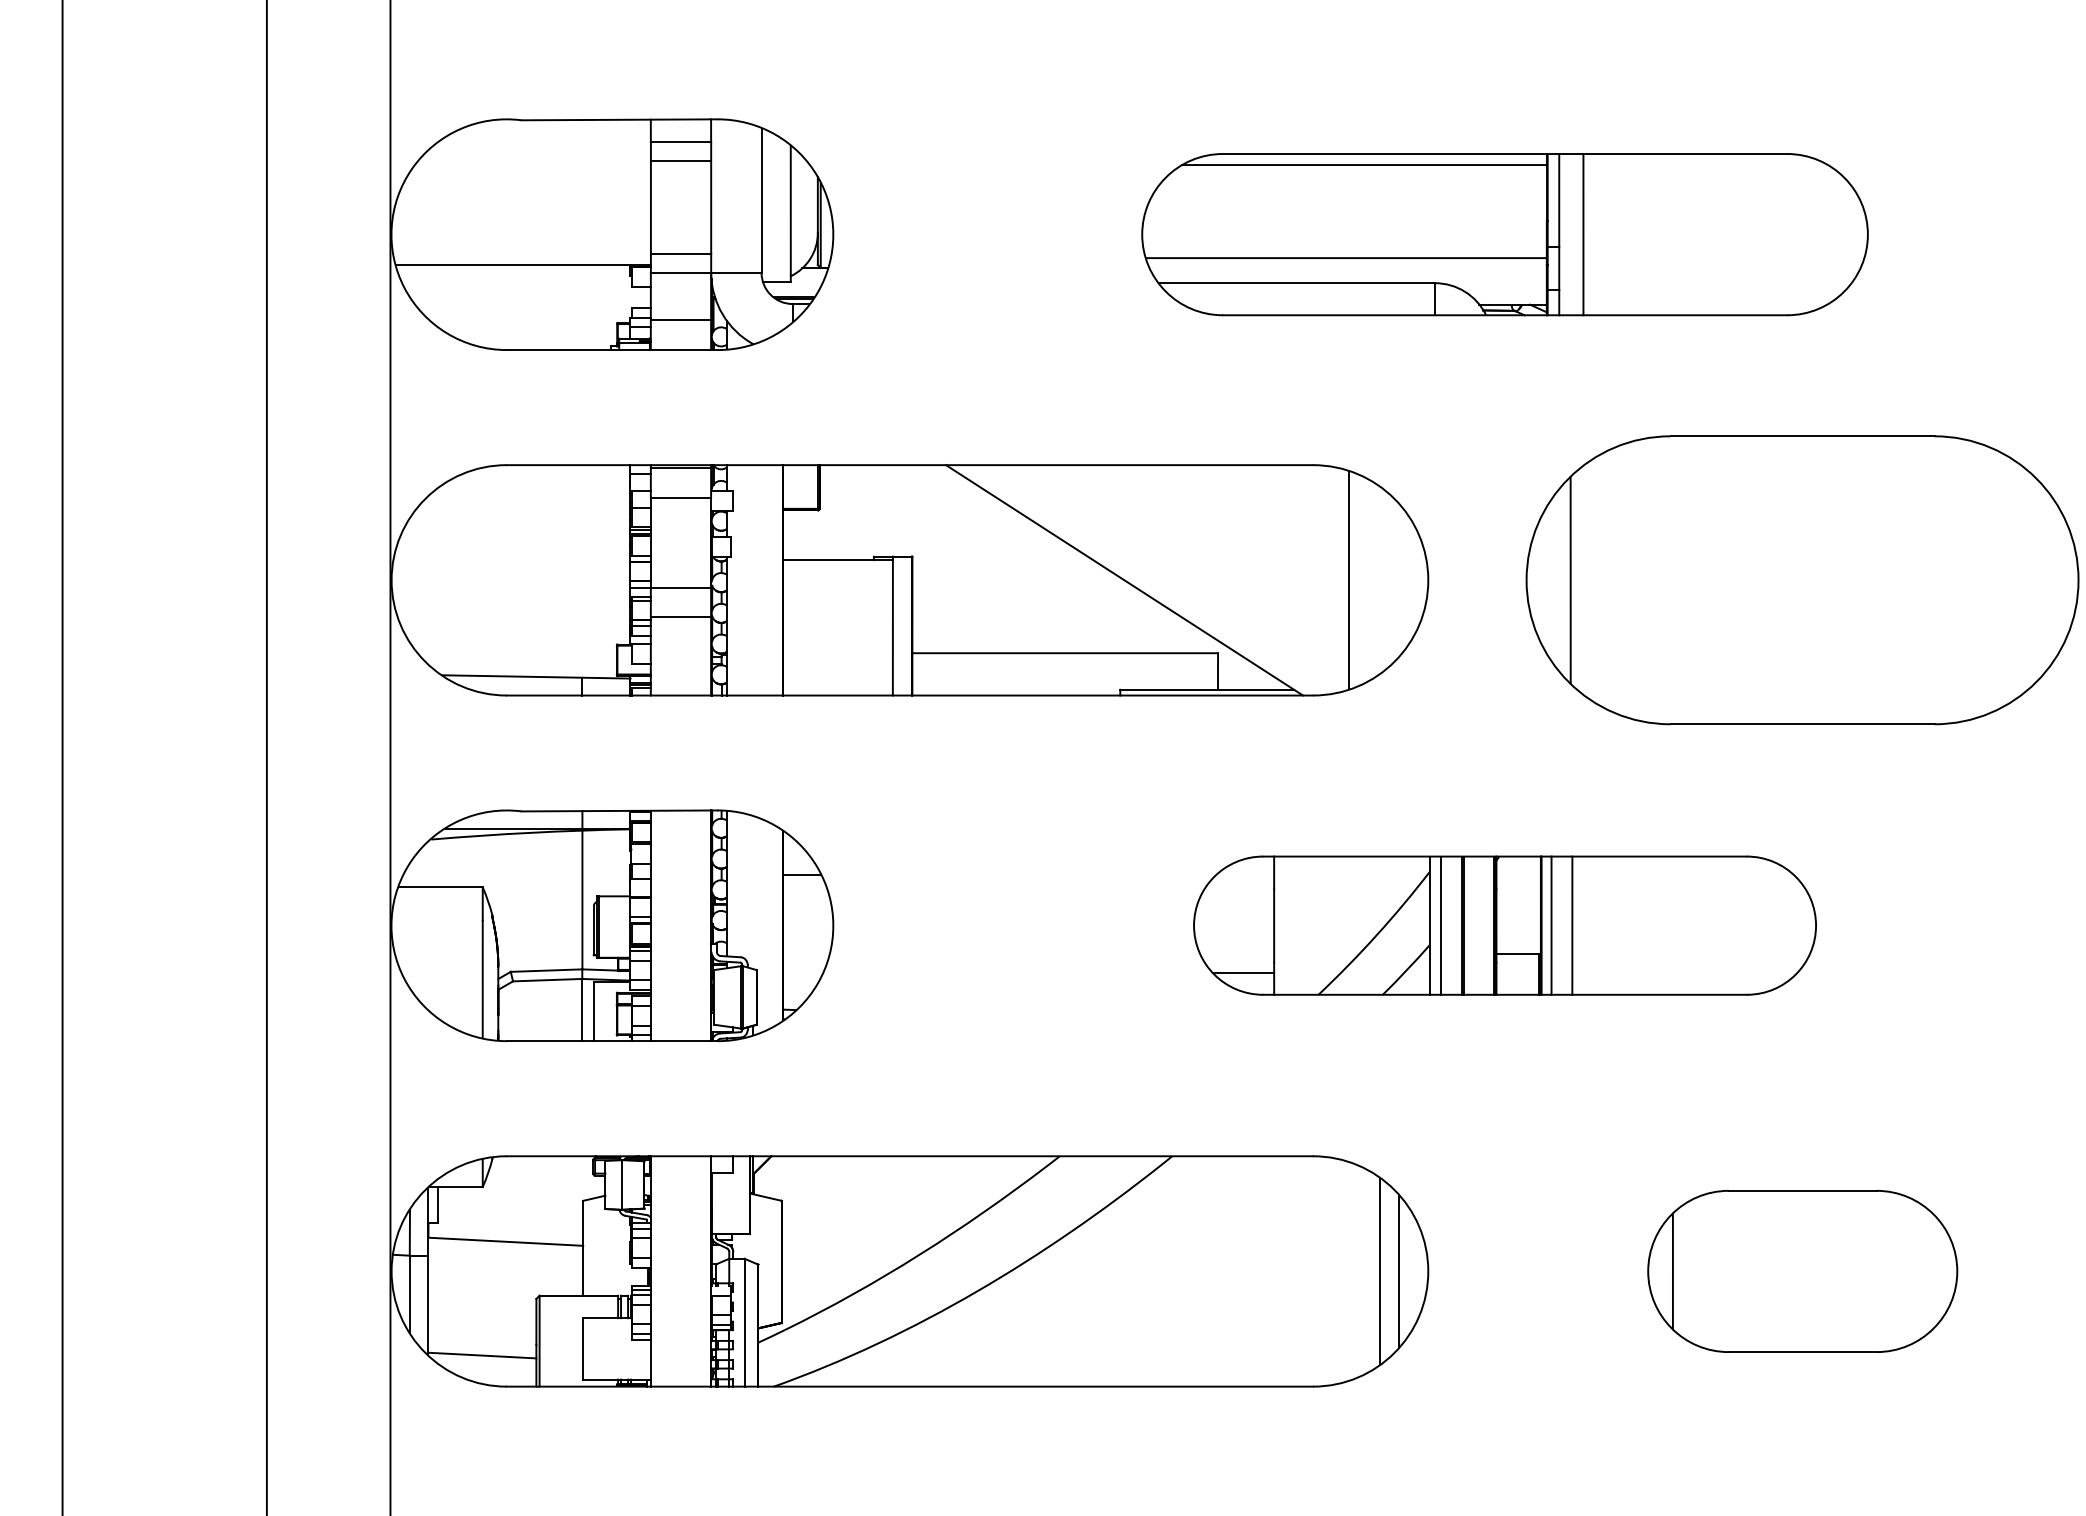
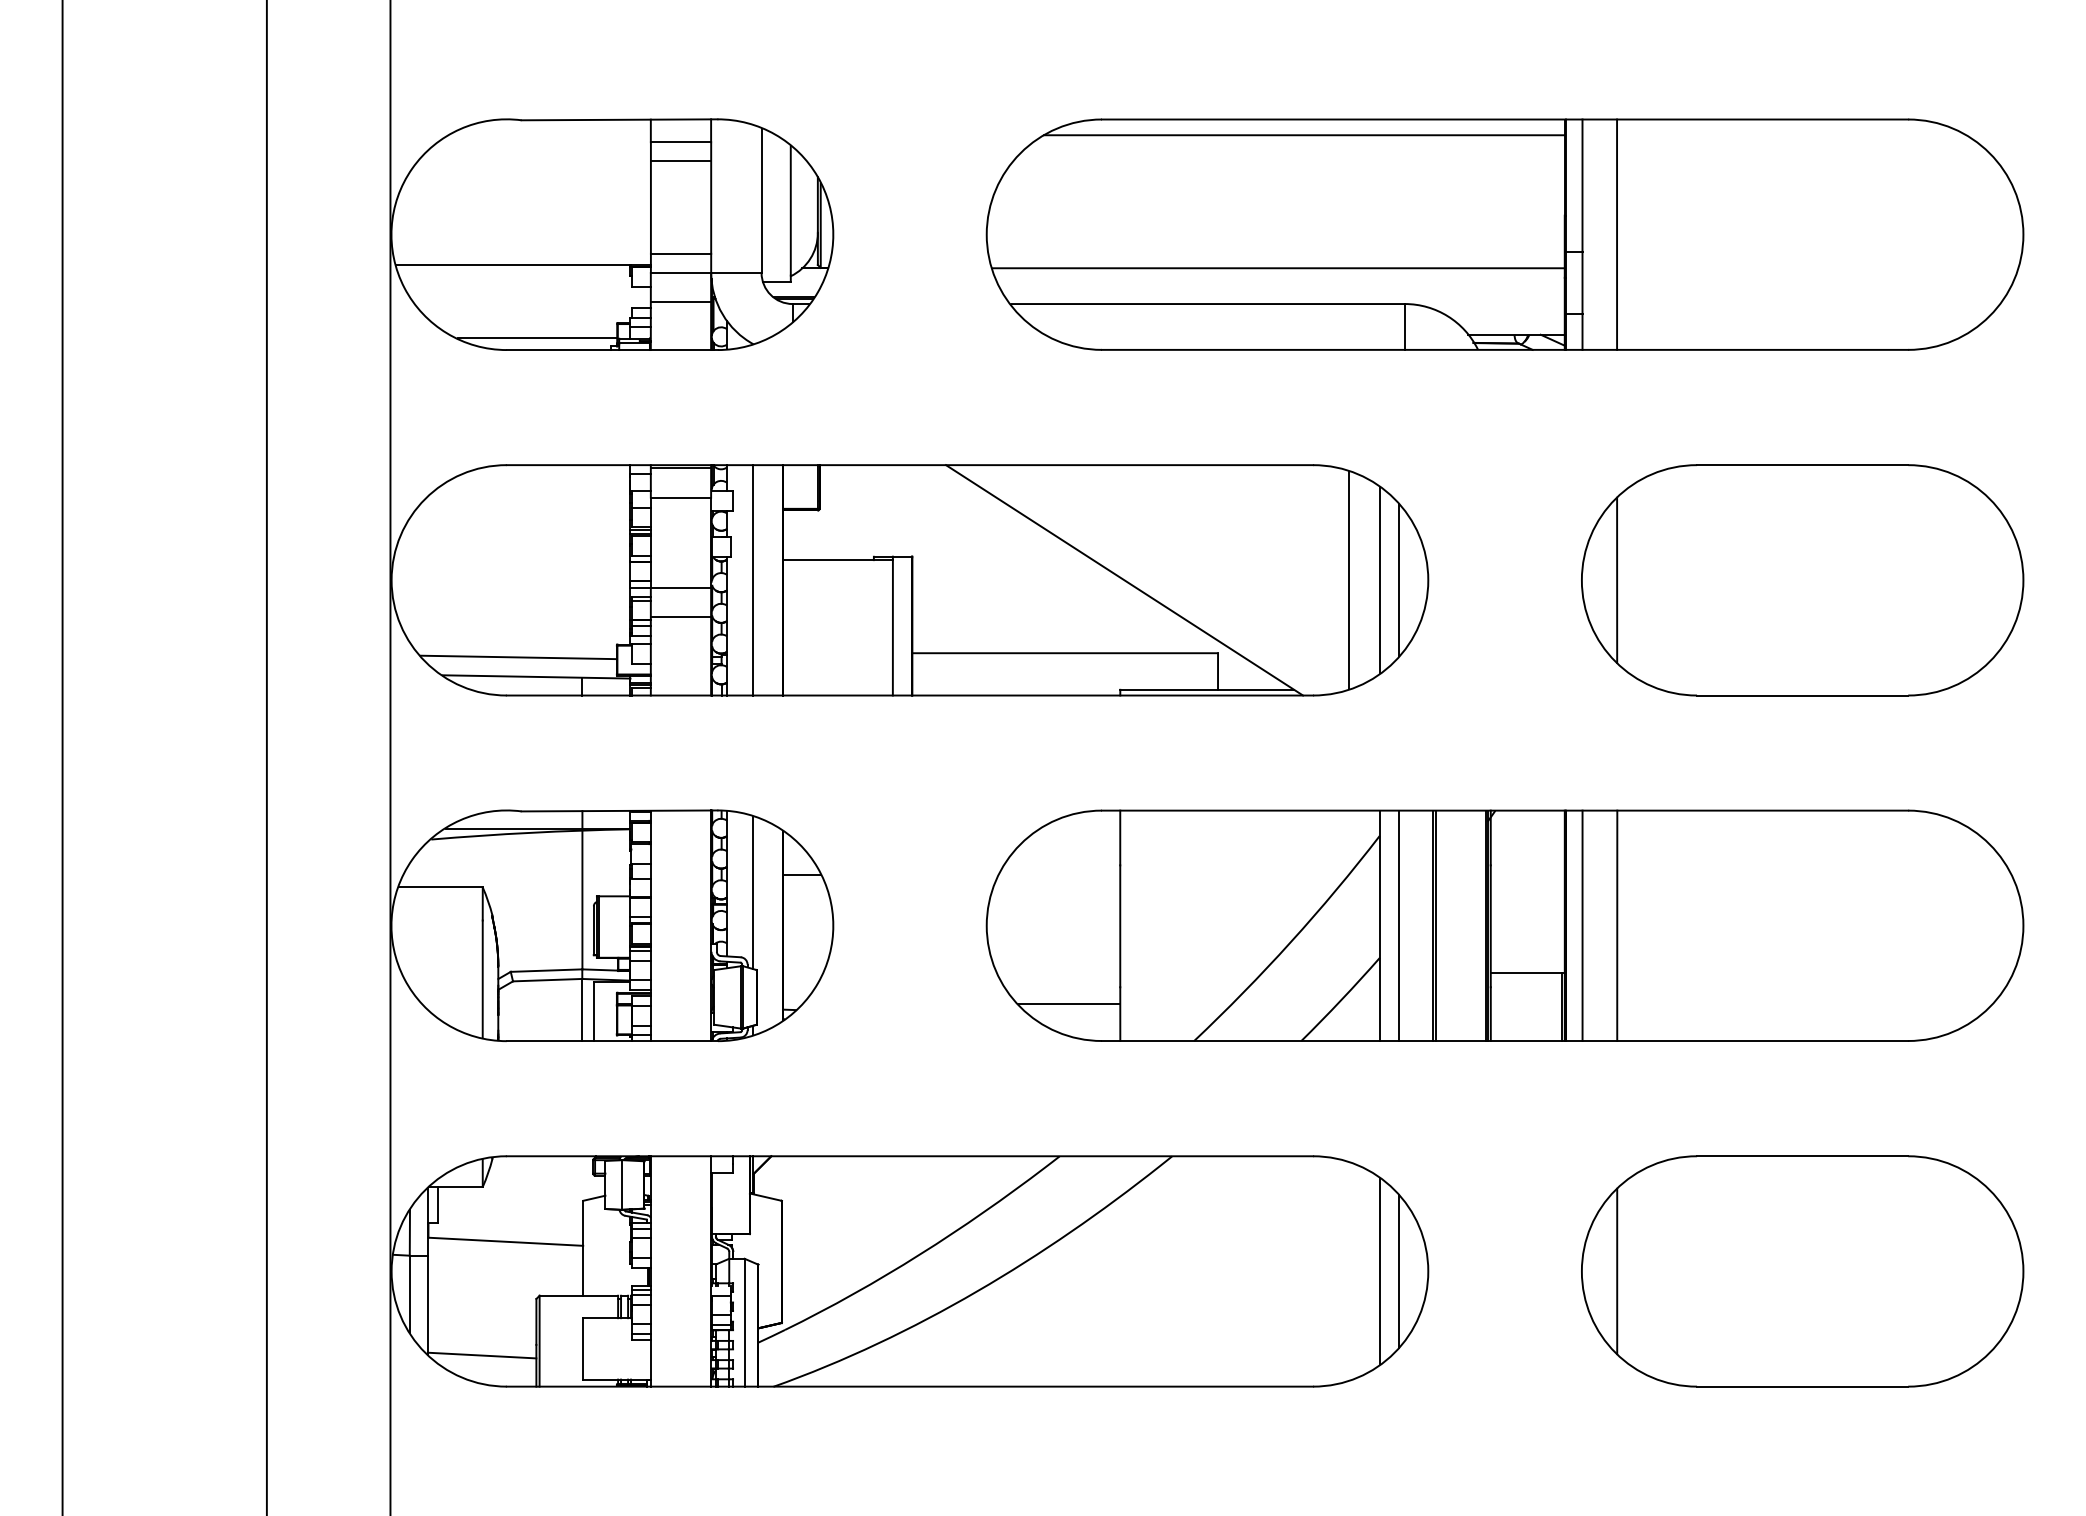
part at (1504, 234) size: 728x164 px -> 1040x233 px
line at (680, 320) position: (680, 320) -> (680, 302)
line at (537, 338): none -> present
line at (753, 580): none -> present
line at (1379, 580): none -> present
line at (1398, 580): none -> present
part at (1802, 580) size: 555x291 px -> 444x233 px
line at (518, 657): none -> present
line at (753, 892): none -> present
part at (1504, 925) size: 624x141 px -> 1040x233 px
part at (1802, 1271) size: 312x163 px -> 444x233 px
